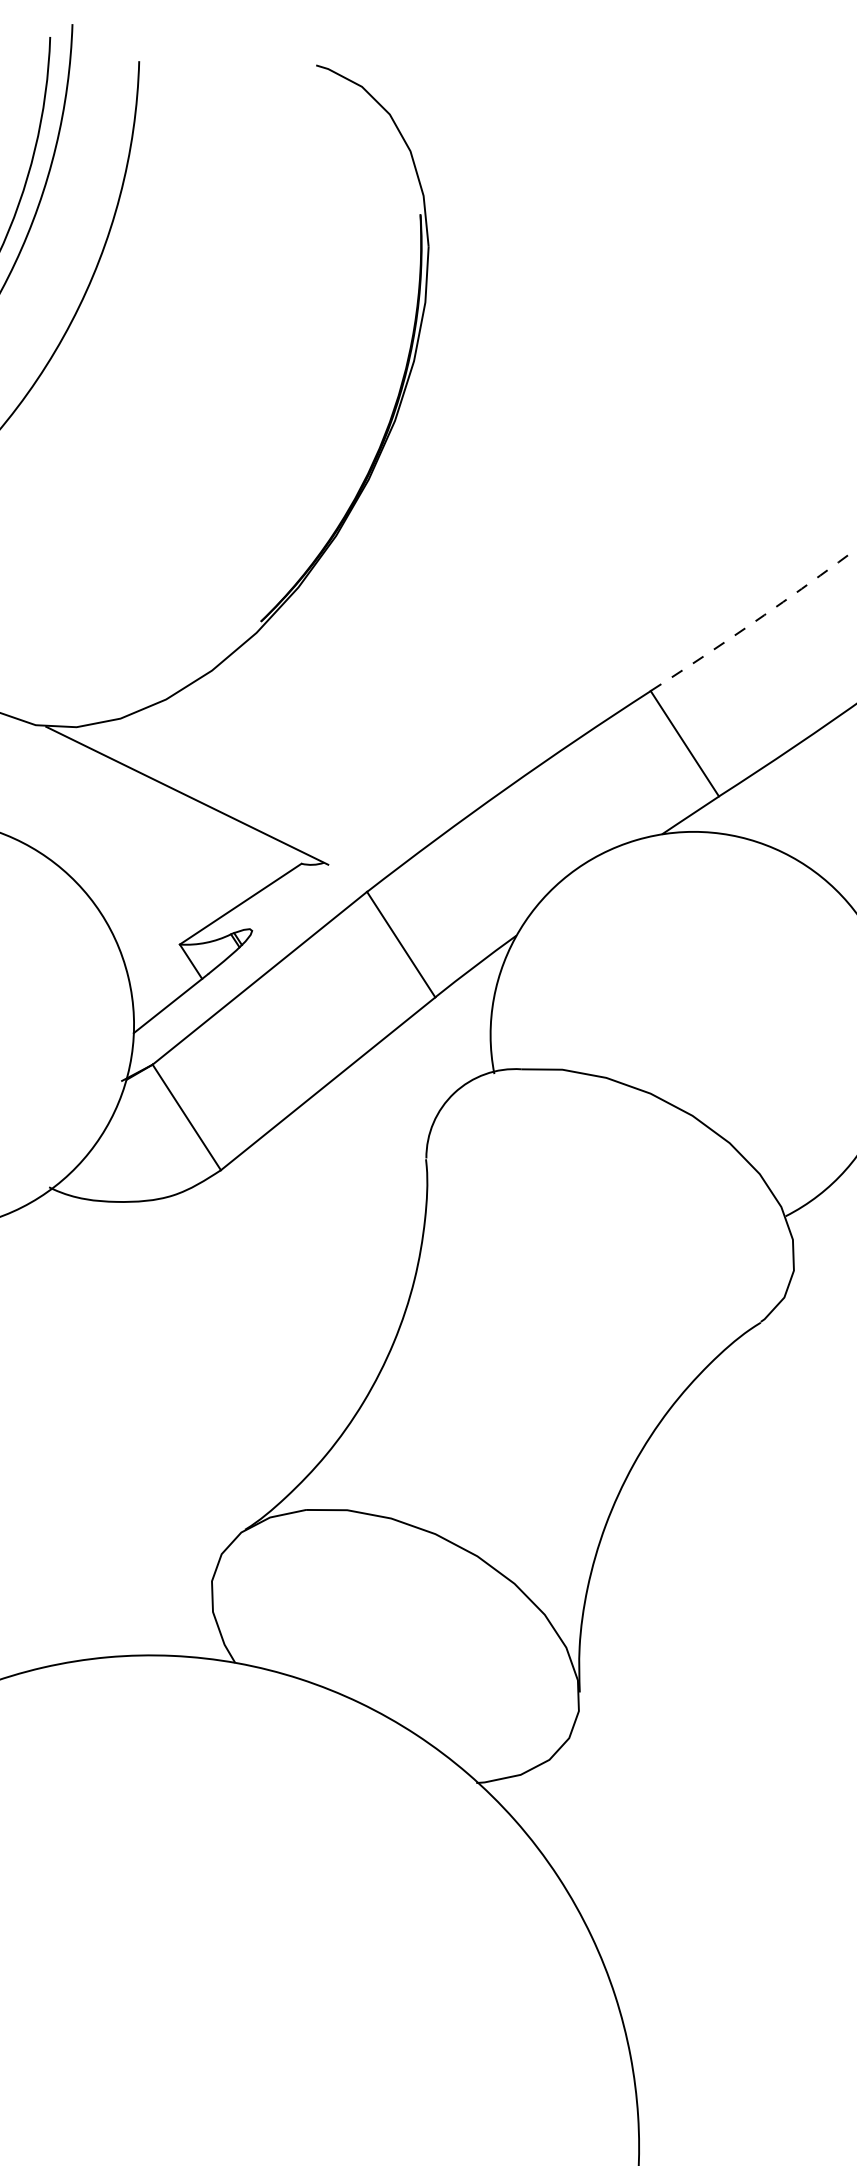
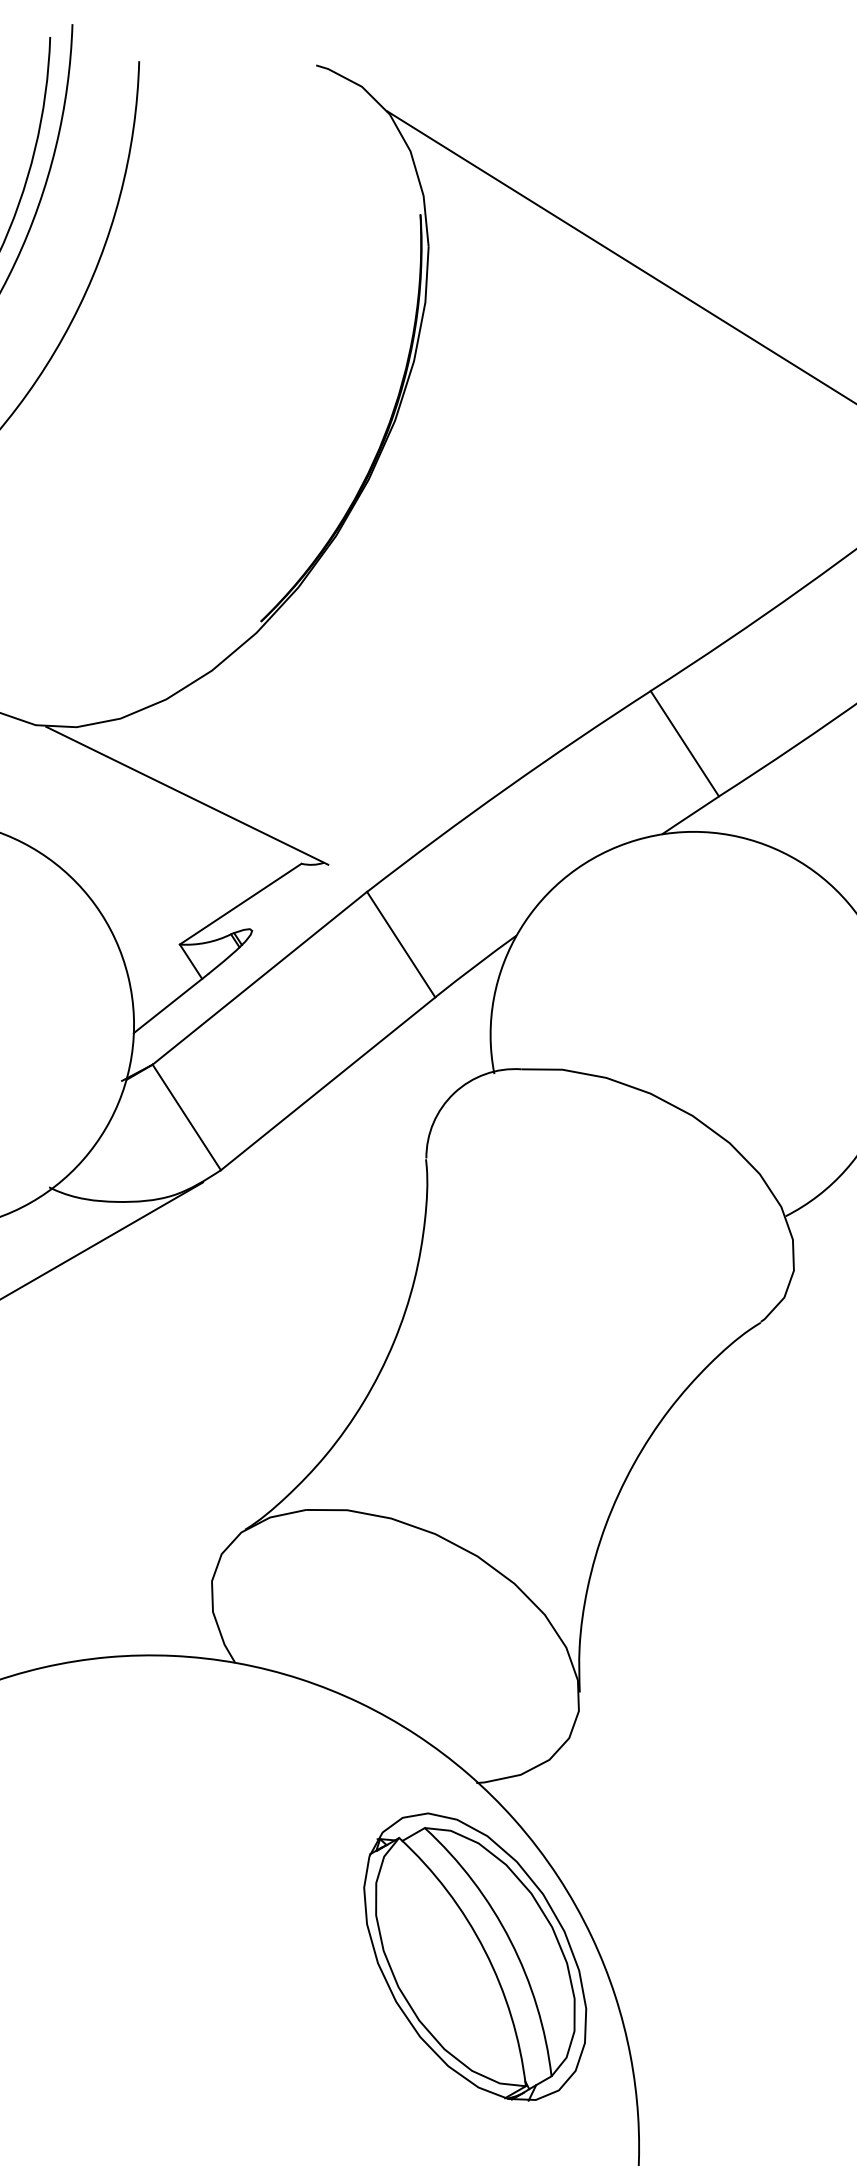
line at (620, 256): none -> present
arc at (755, 621): dashed -> solid
line at (102, 1240): none -> present
part at (475, 1956): none -> present
